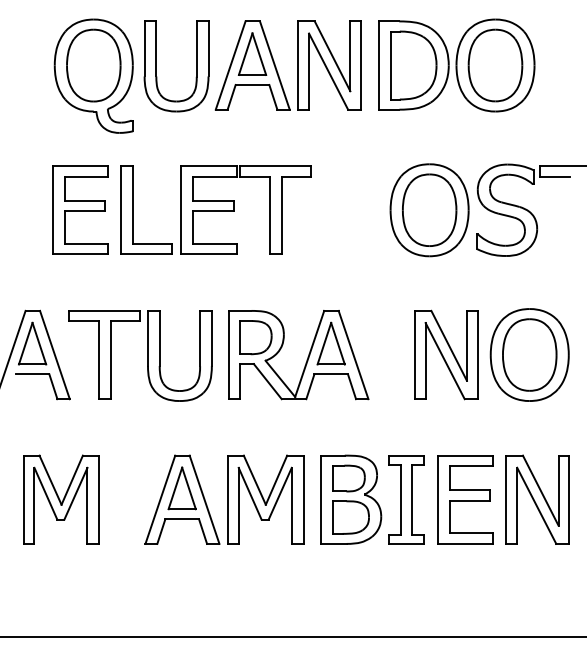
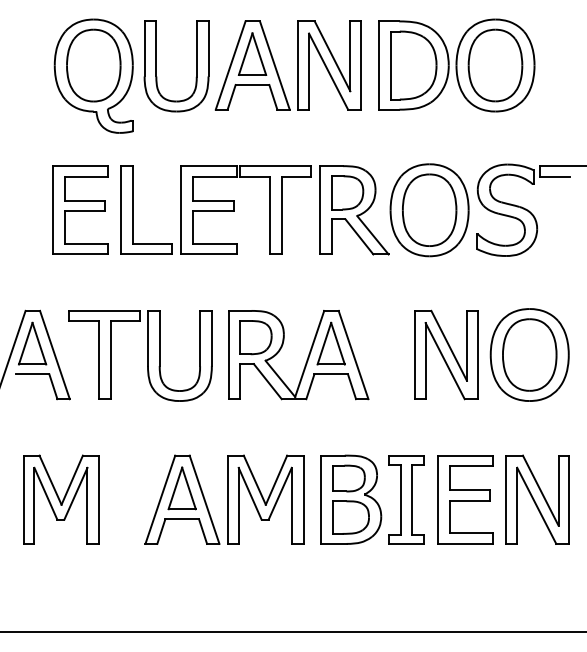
part at (354, 210): none -> present
line at (292, 637) position: (292, 637) -> (292, 632)
